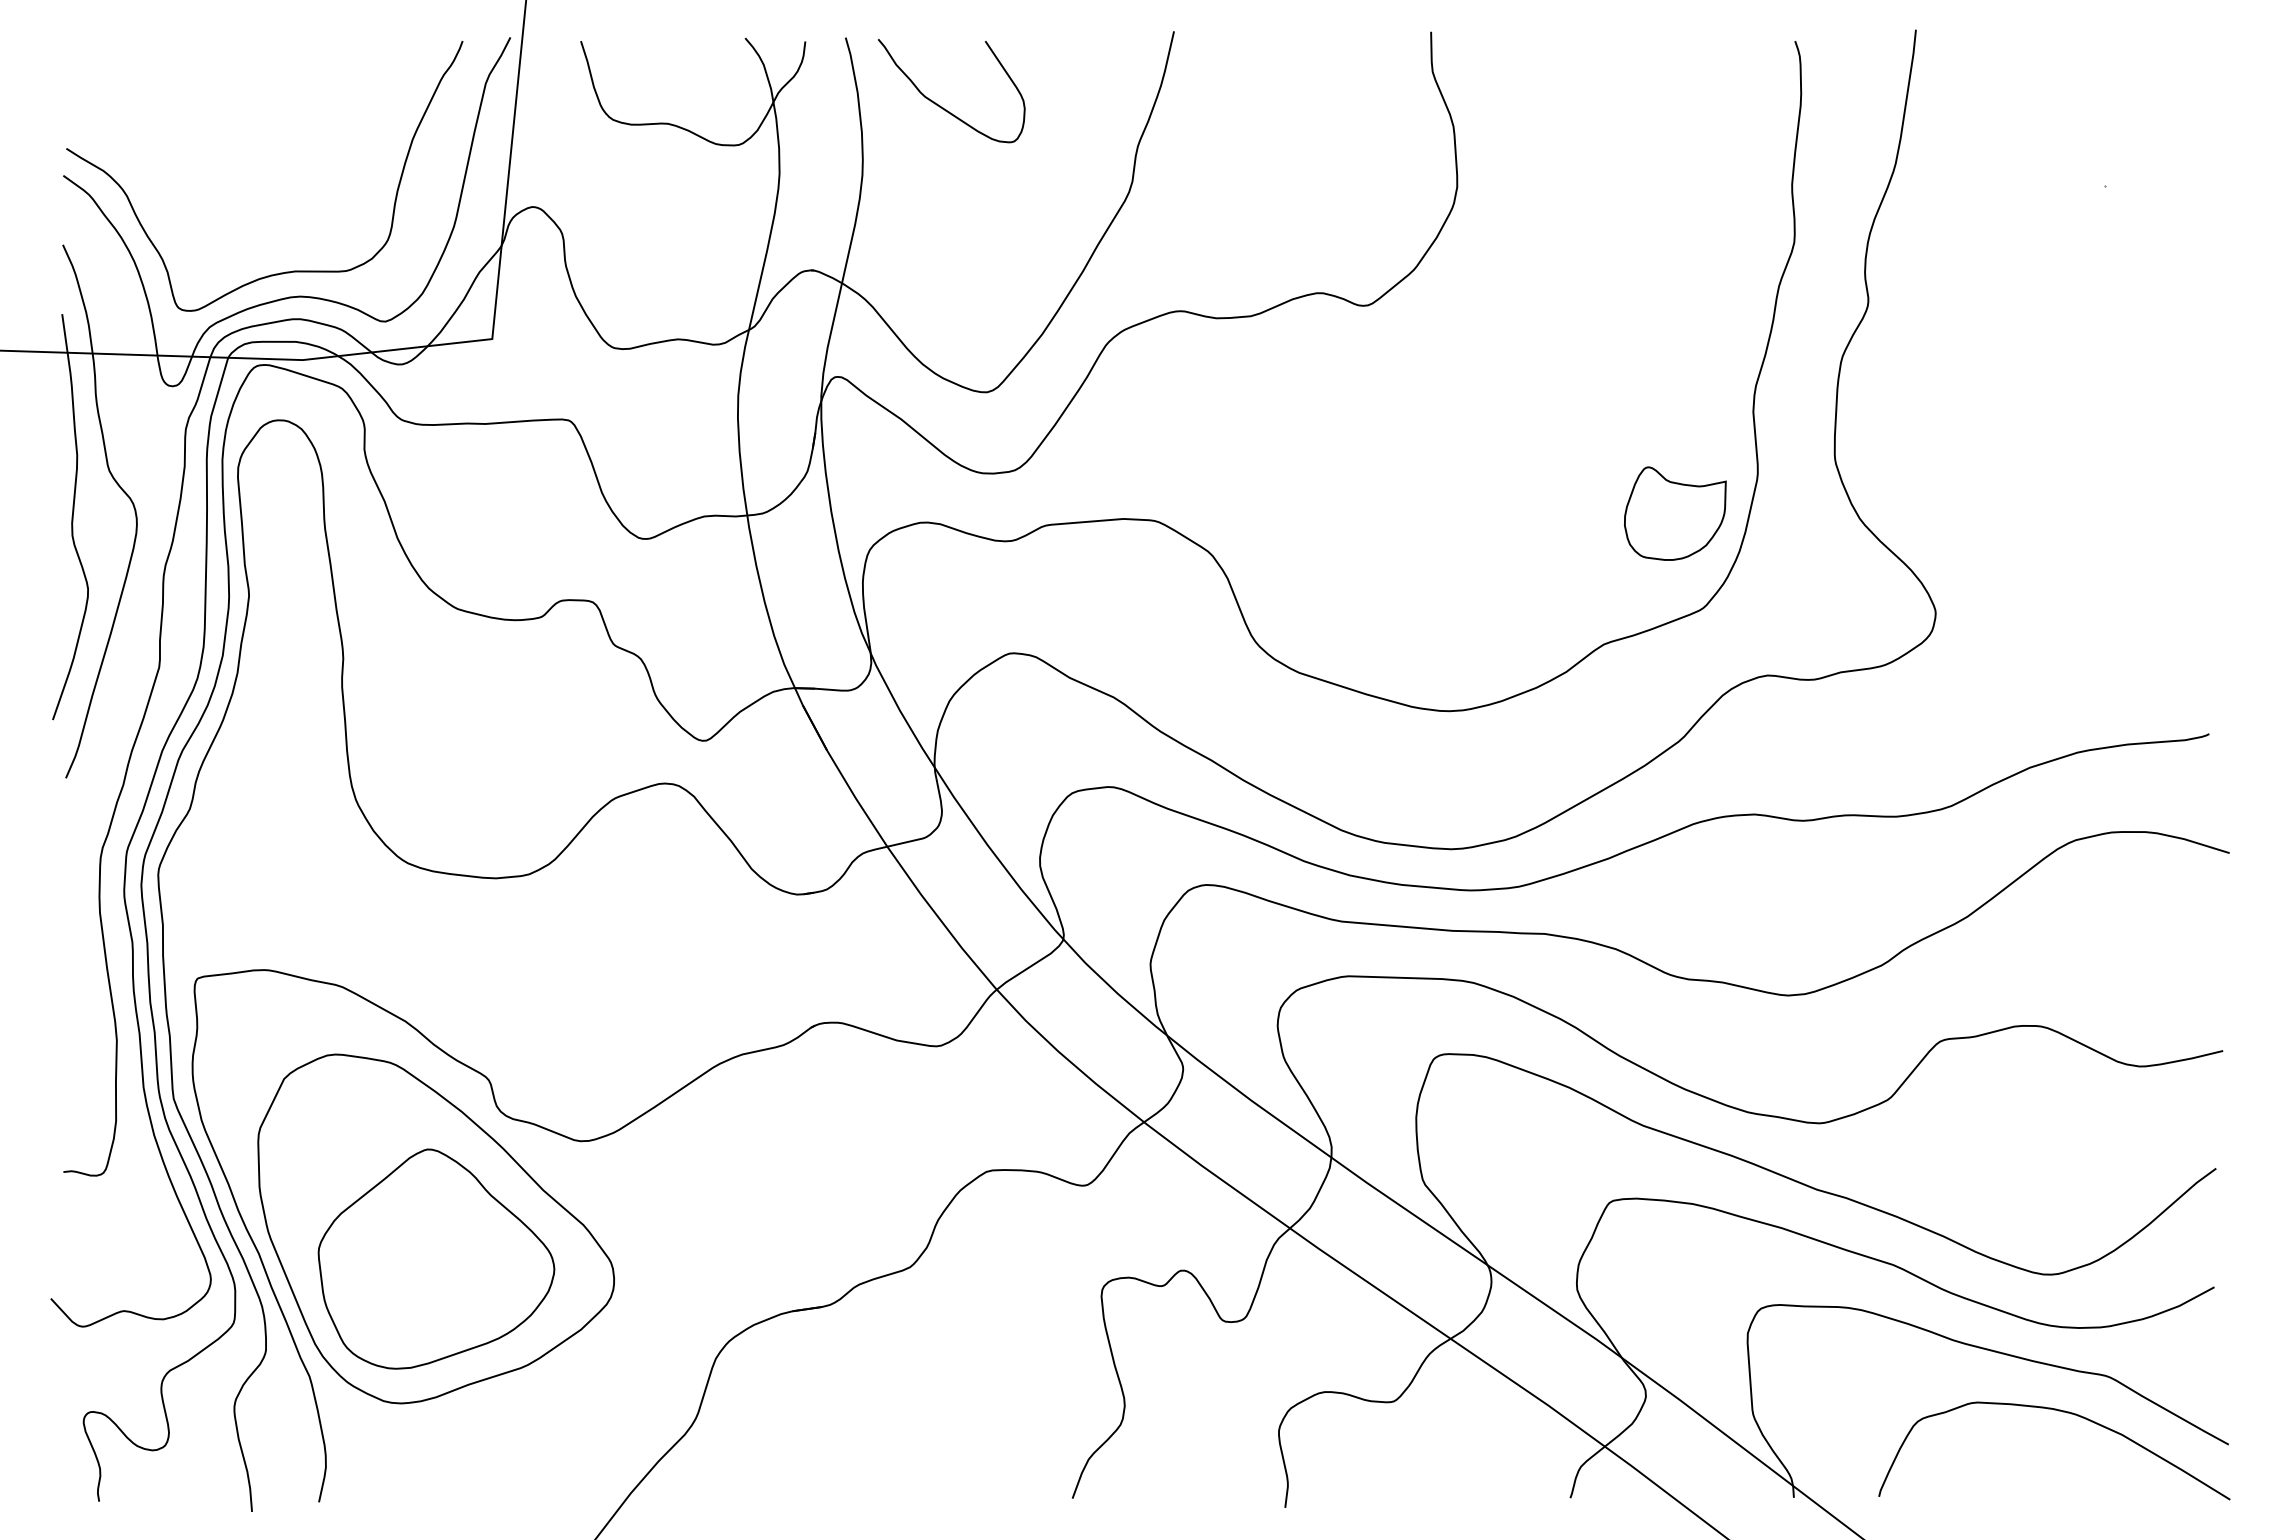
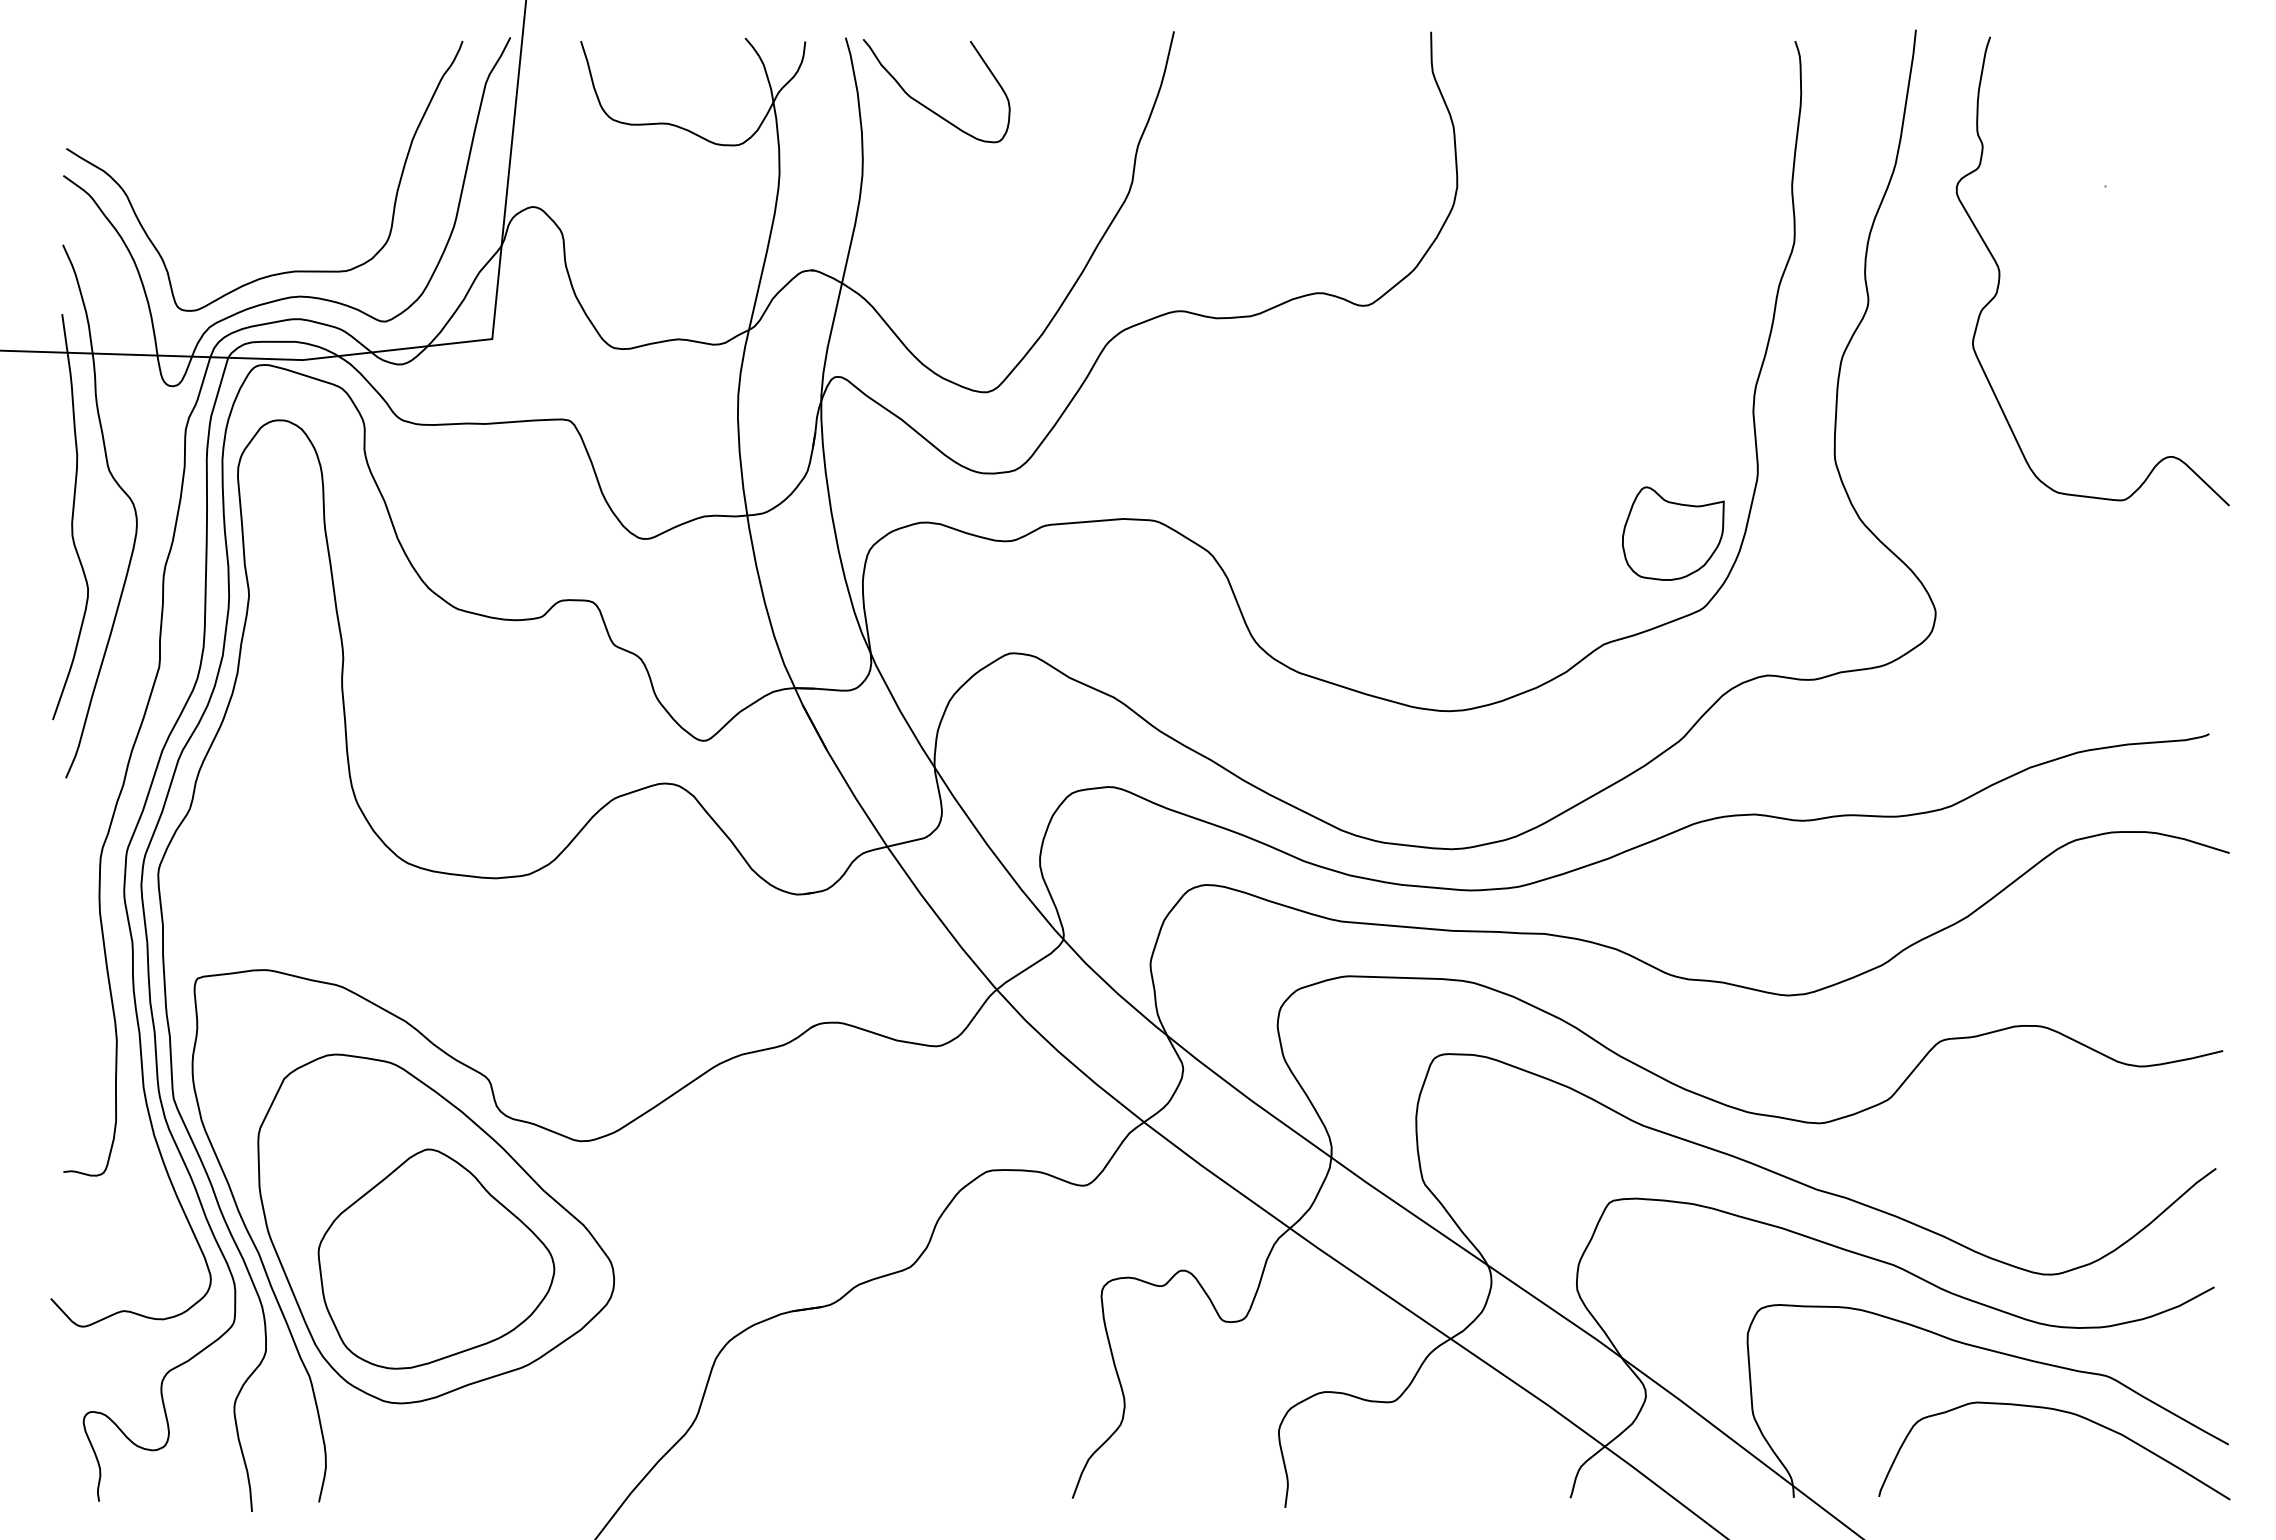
curve at (940, 105) position: (940, 105) -> (925, 105)
curve at (2000, 271): none -> present
part at (1675, 513) position: (1675, 513) -> (1673, 533)
